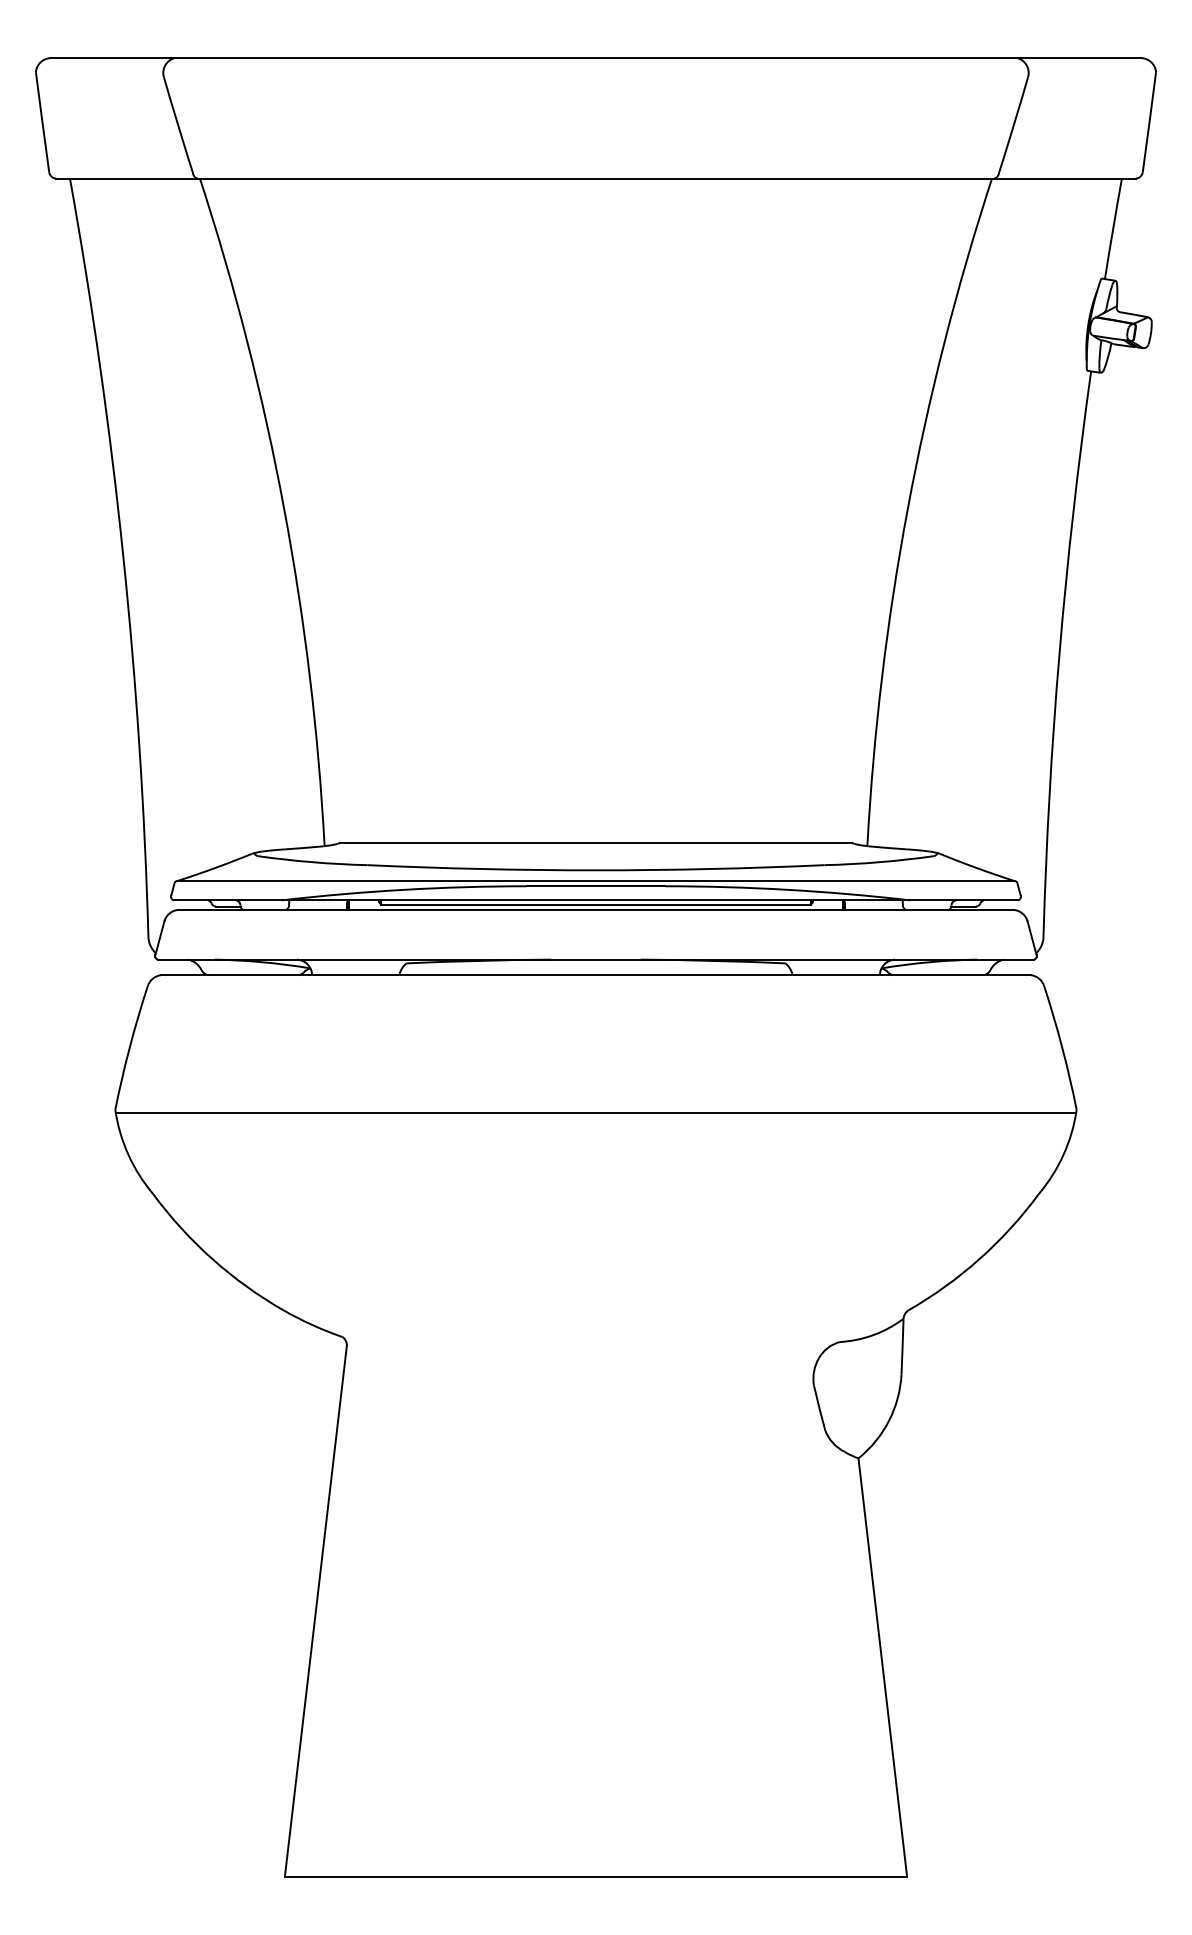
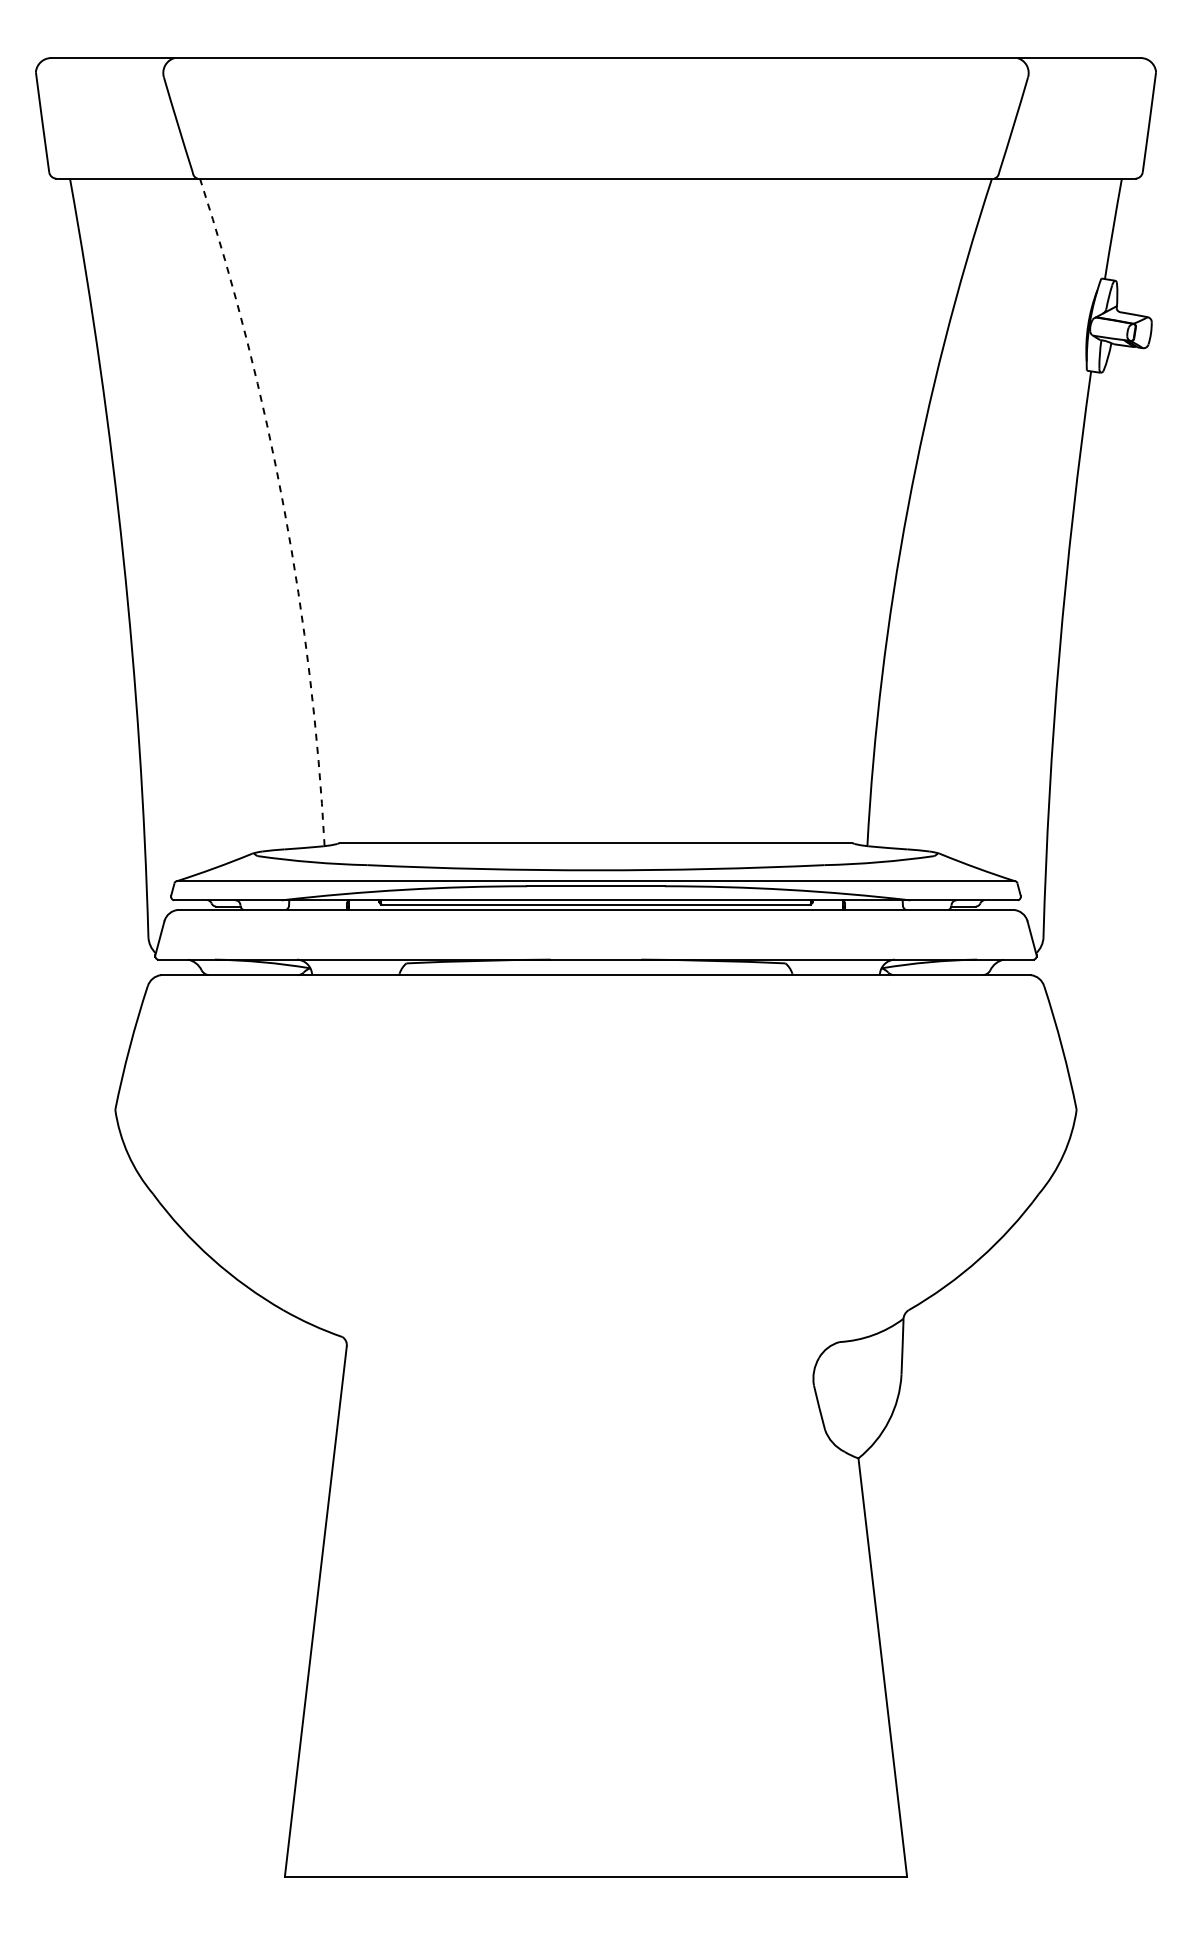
arc at (284, 508): solid -> dashed
line at (595, 1112): present -> none
